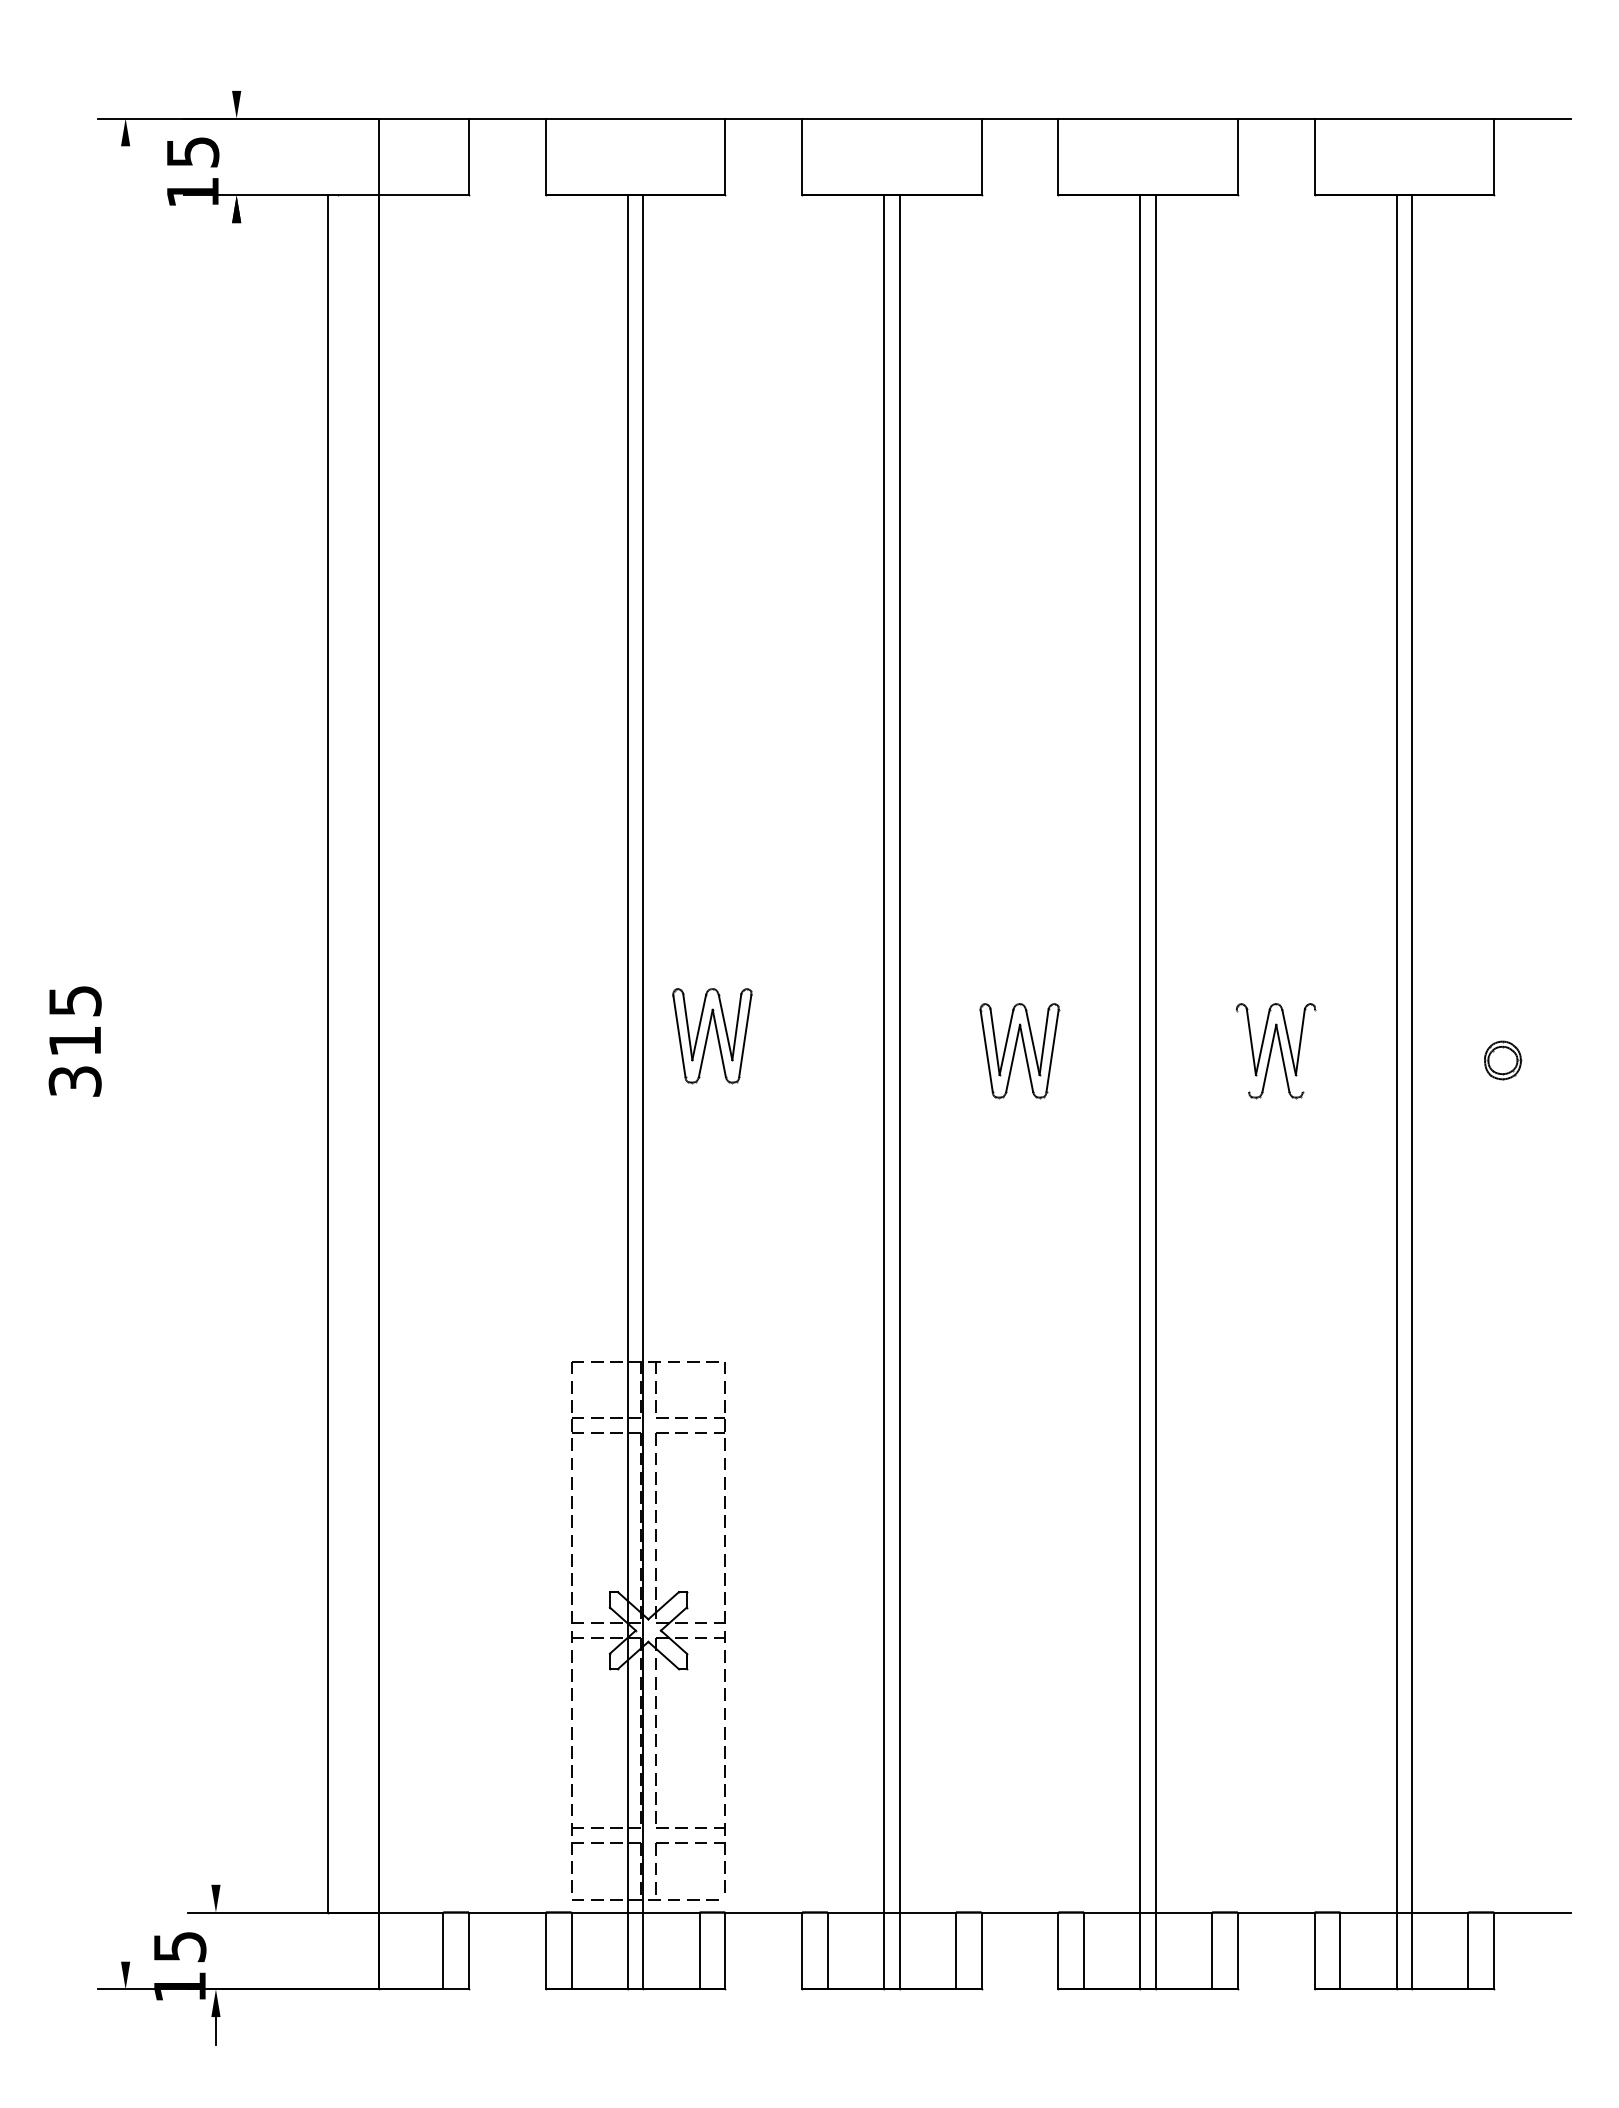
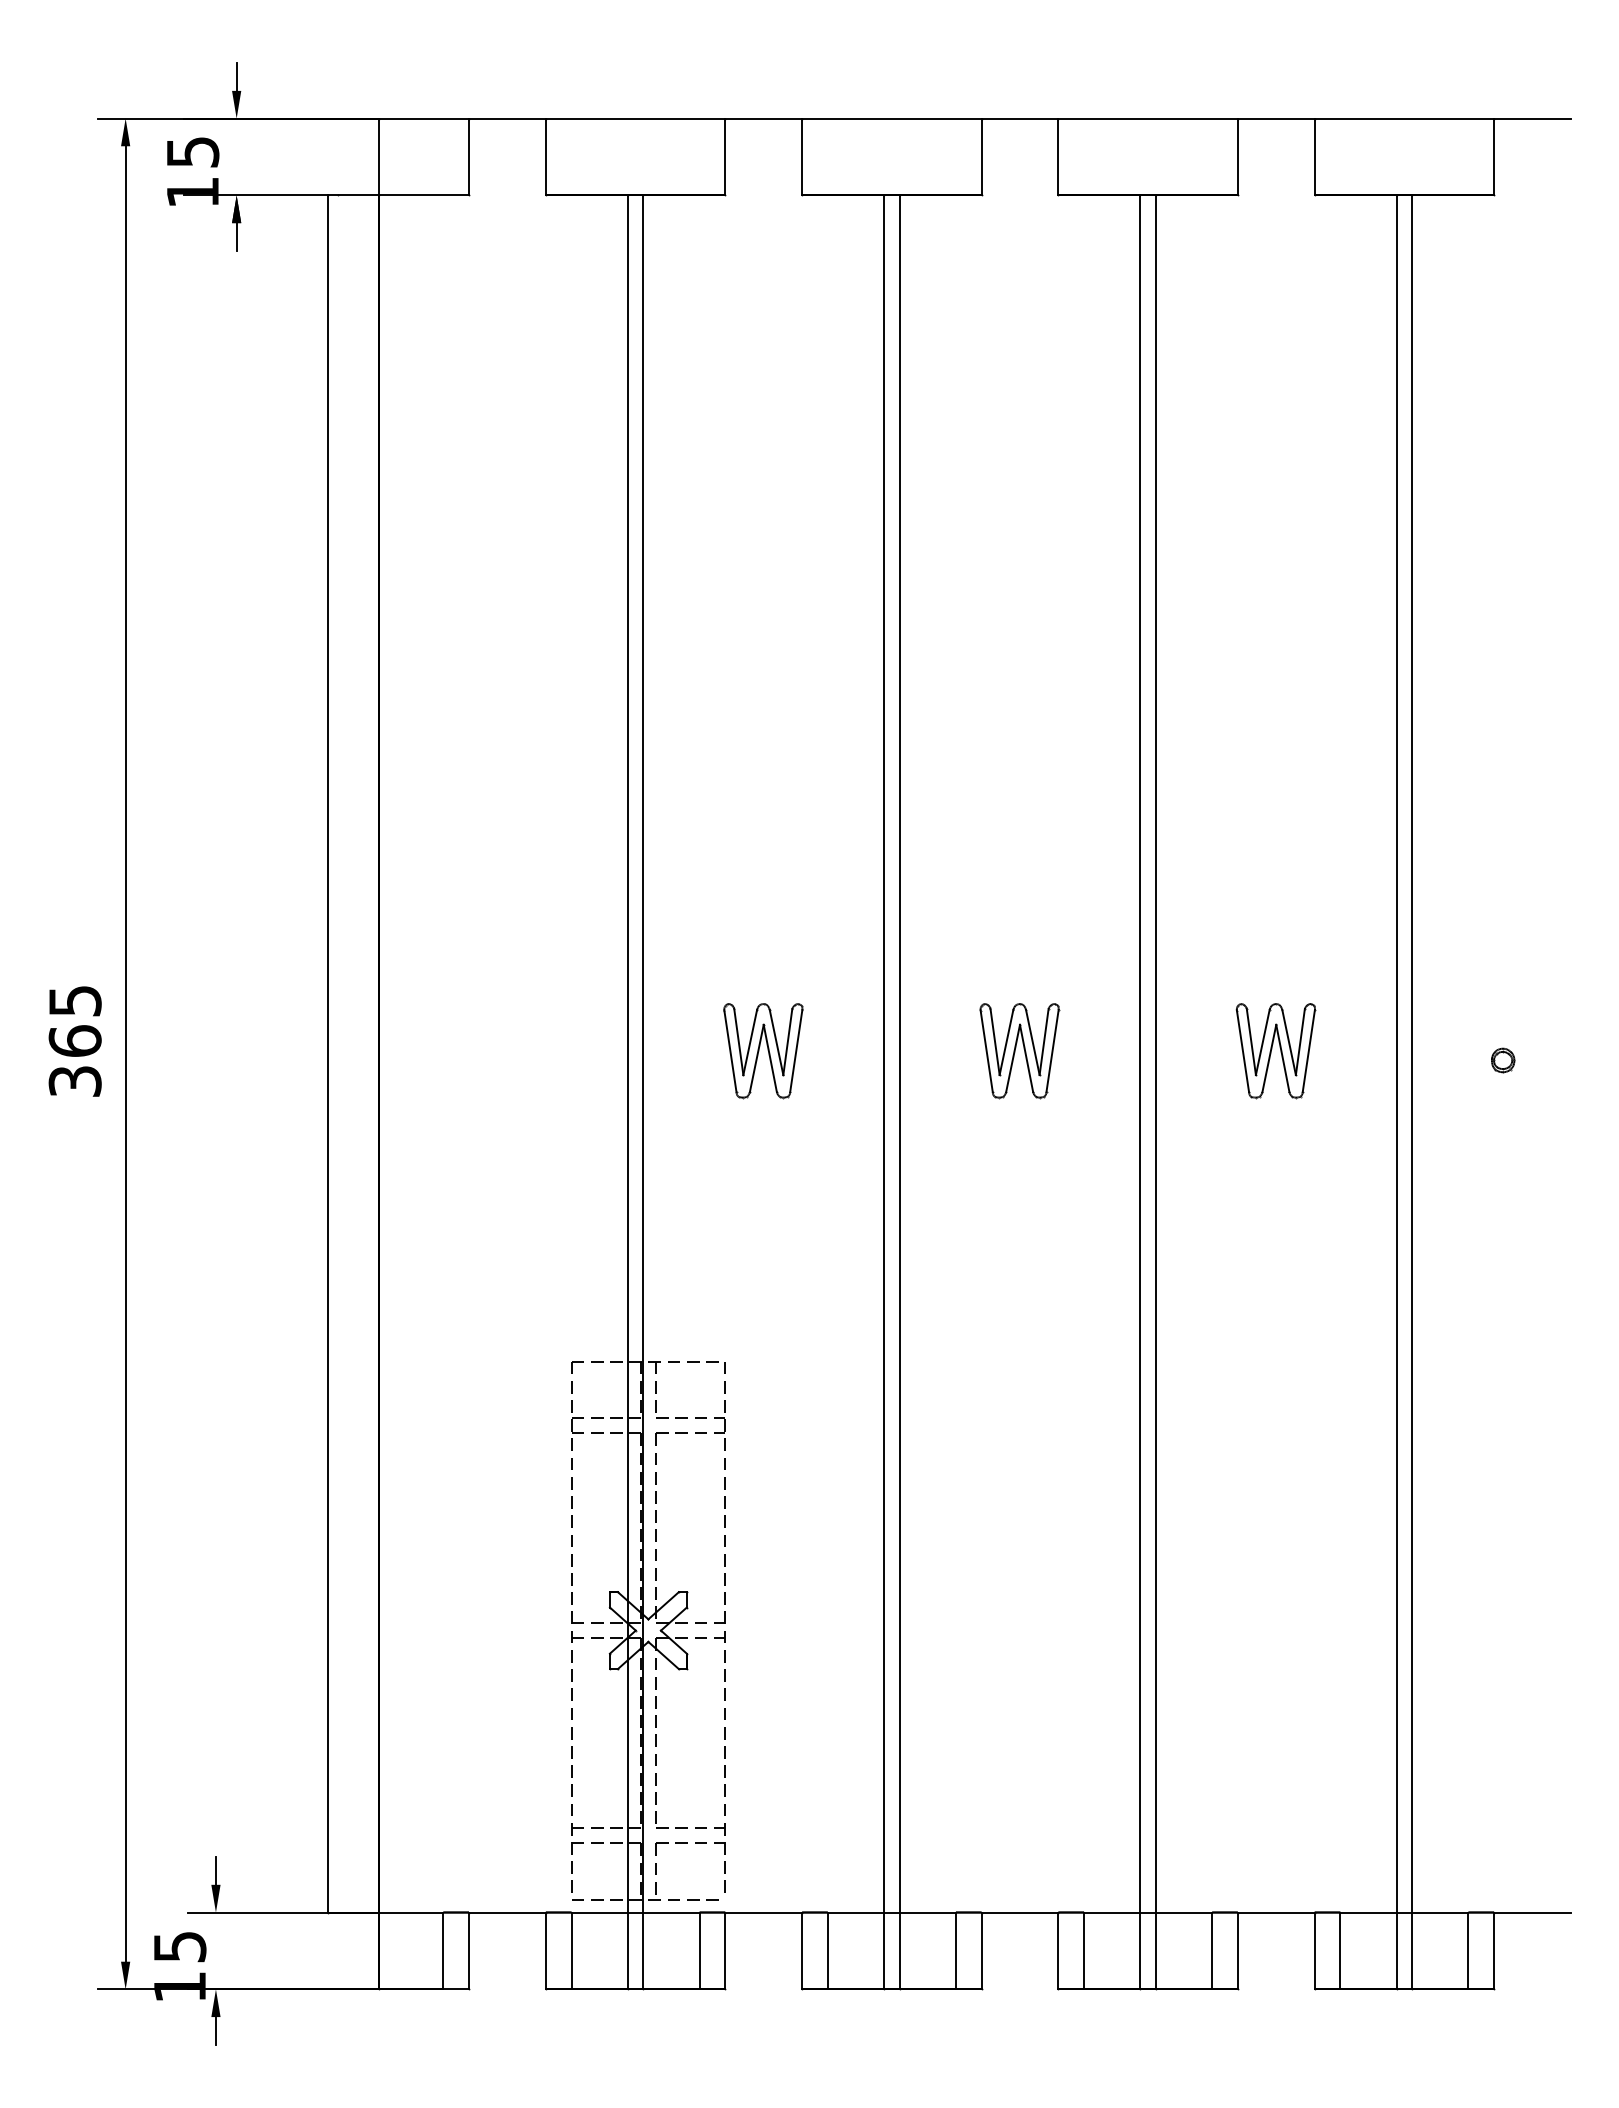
line at (236, 76): none -> present
line at (236, 236): none -> present
part at (712, 1036) position: (712, 1036) -> (763, 1051)
text at (74, 1040): 315 -> 365
line at (1308, 1050): none -> present
line at (1242, 1051): none -> present
line at (125, 1053): none -> present
part at (1503, 1060) size: 39x41 px -> 25x27 px
line at (215, 1870): none -> present
